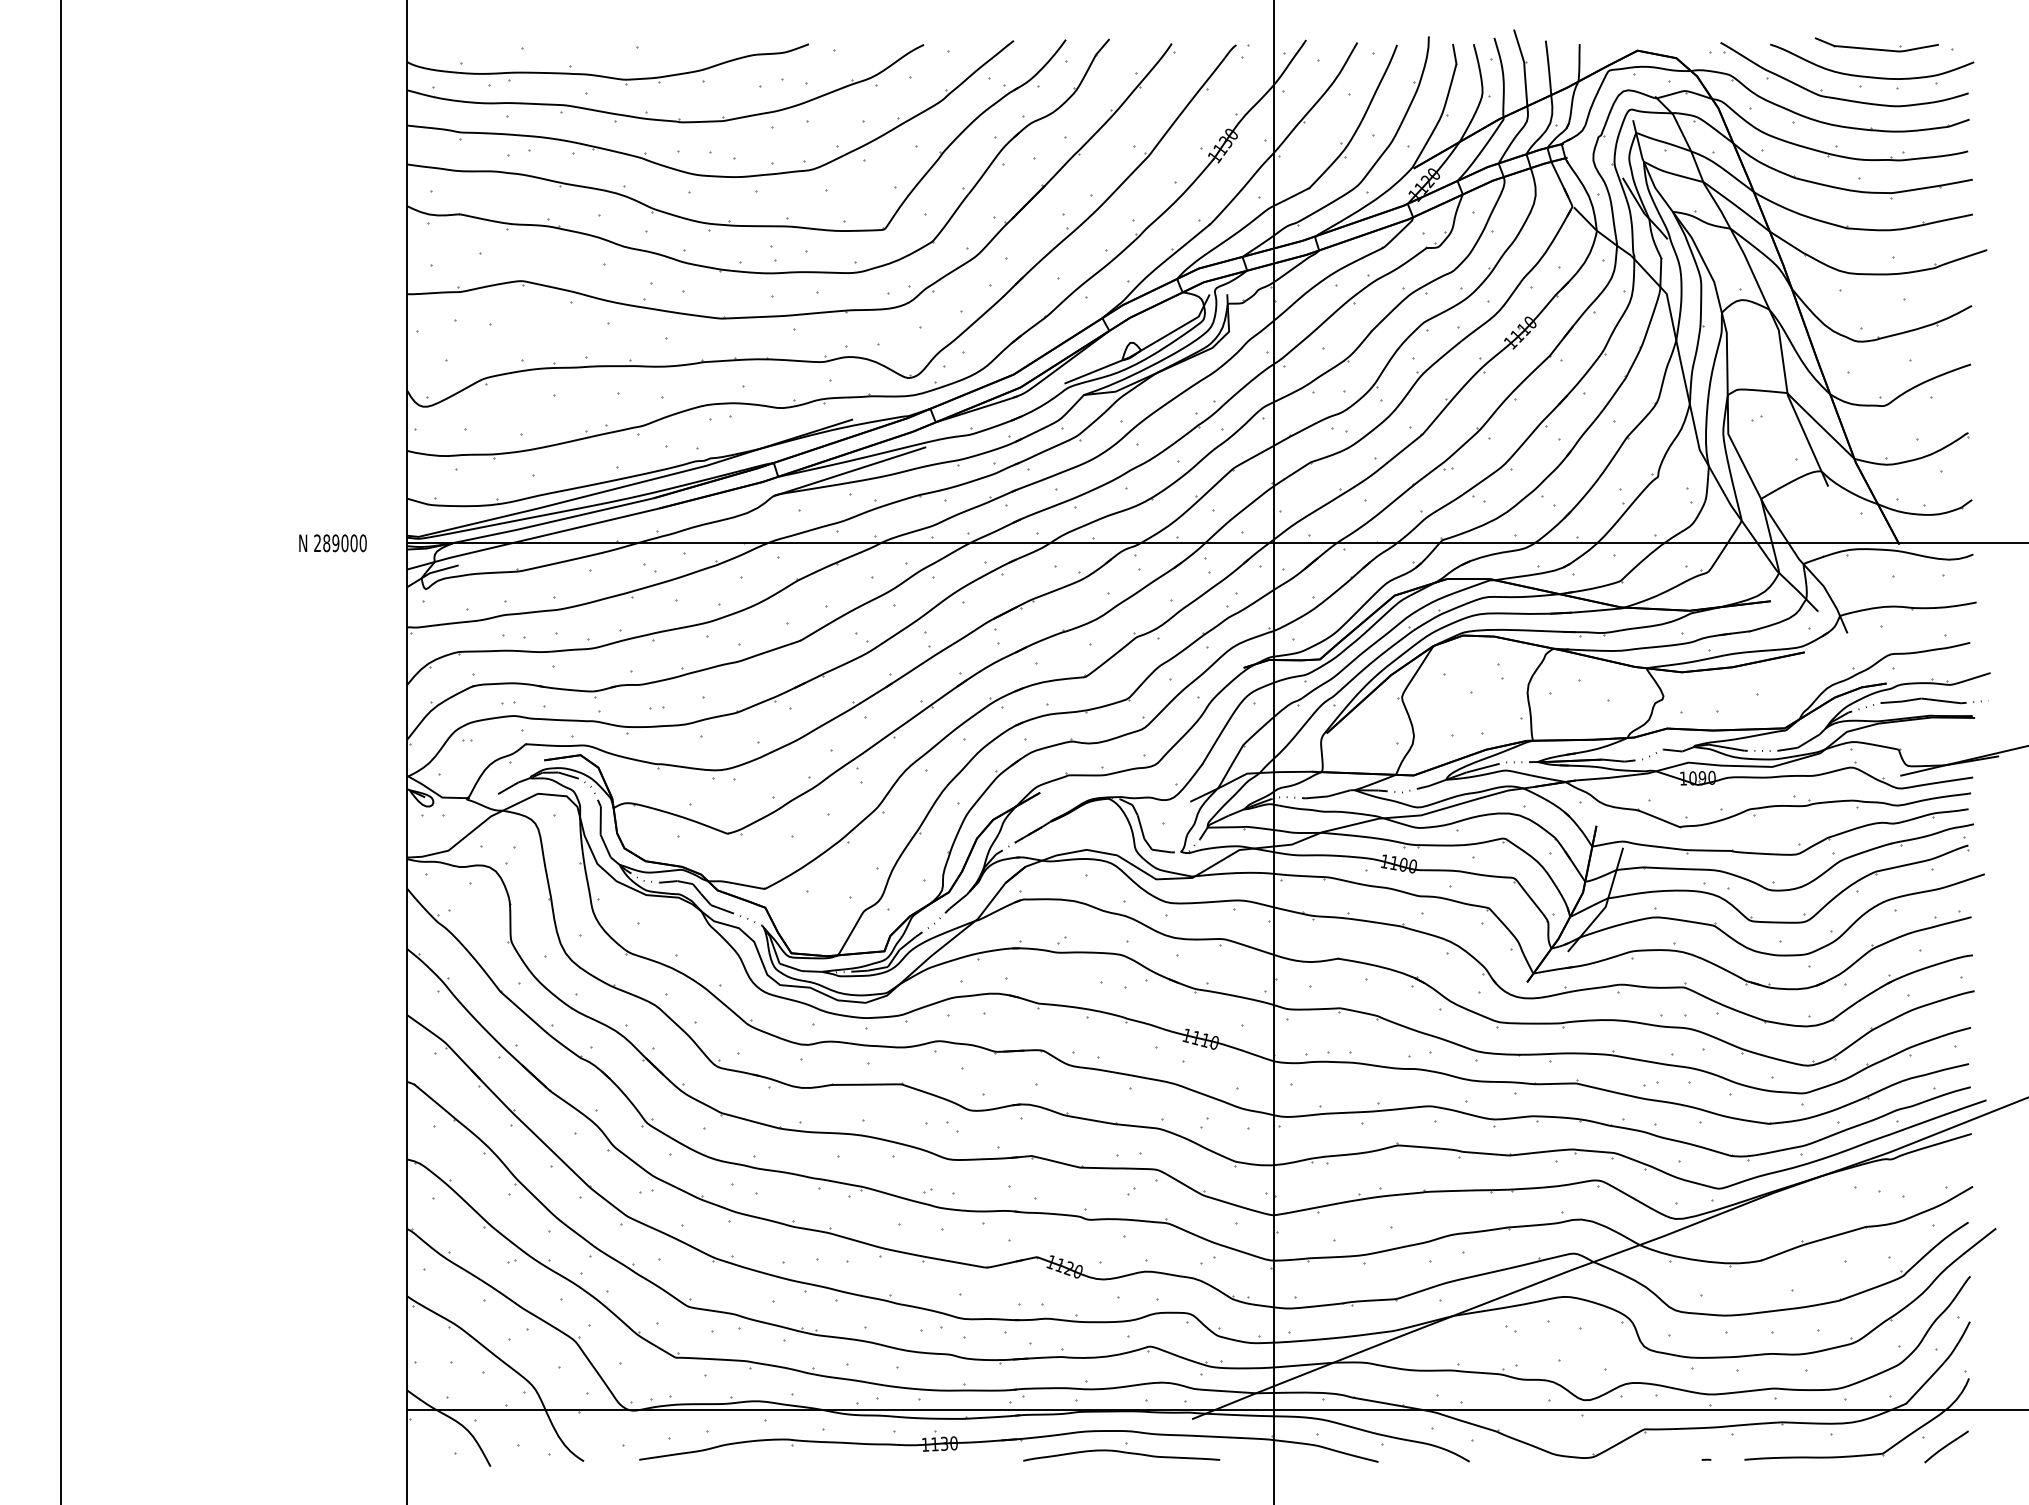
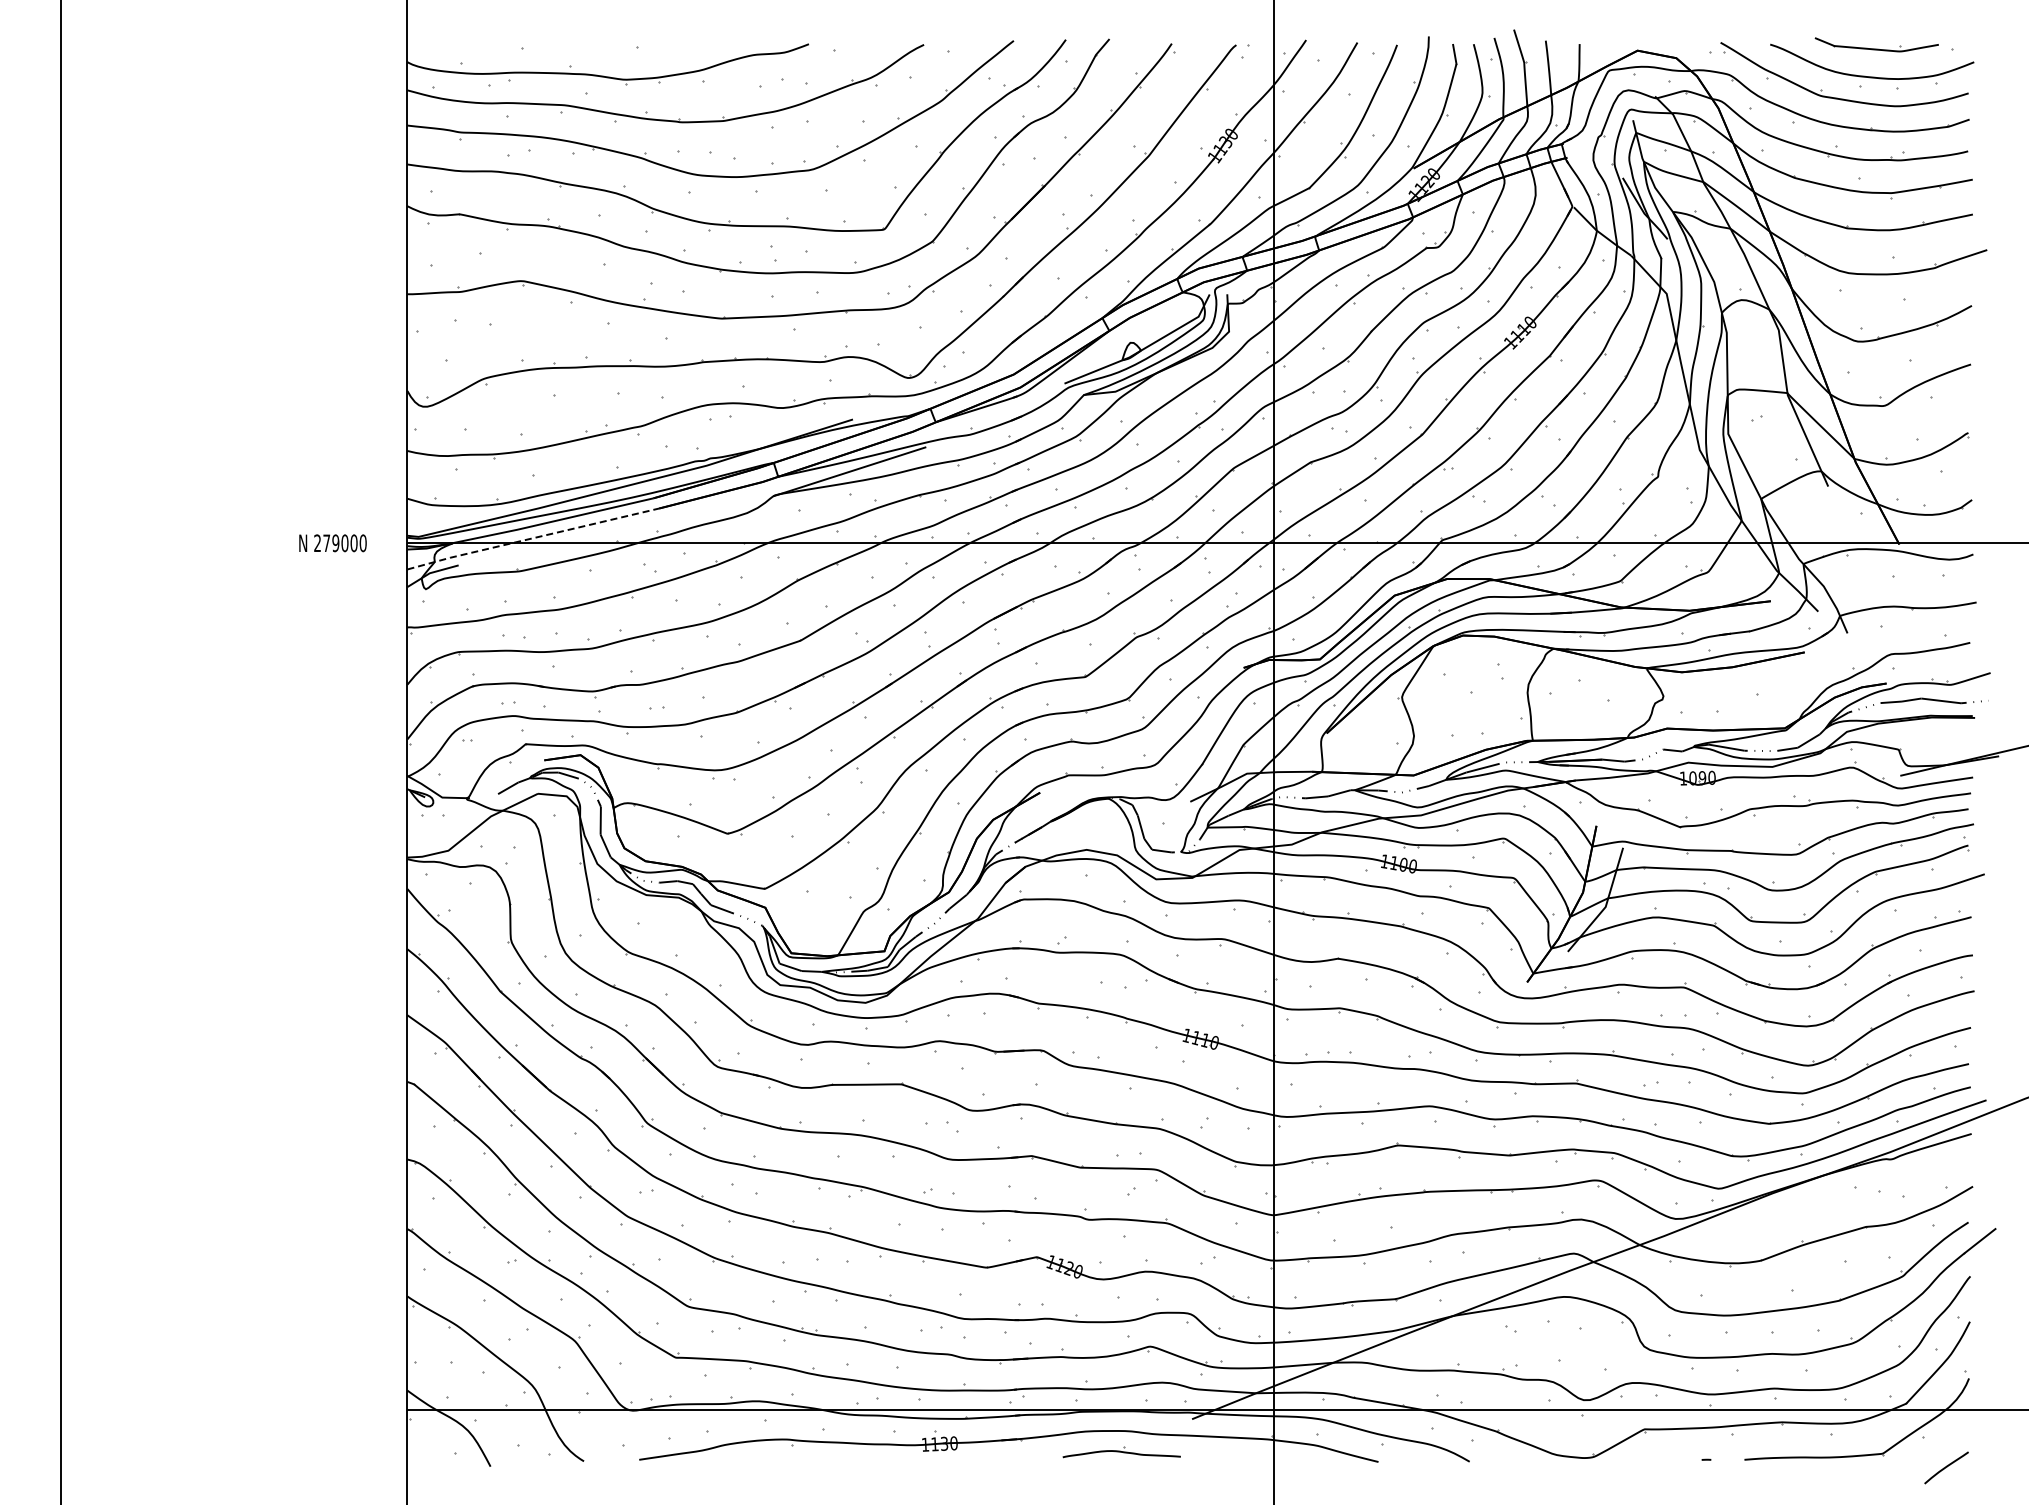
line at (532, 538): solid -> dashed
text at (326, 543): 289000 -> 279000
curve at (1946, 1446) position: (1946, 1446) -> (1946, 1467)
part at (1121, 1451) size: 198x20 px -> 119x13 px
